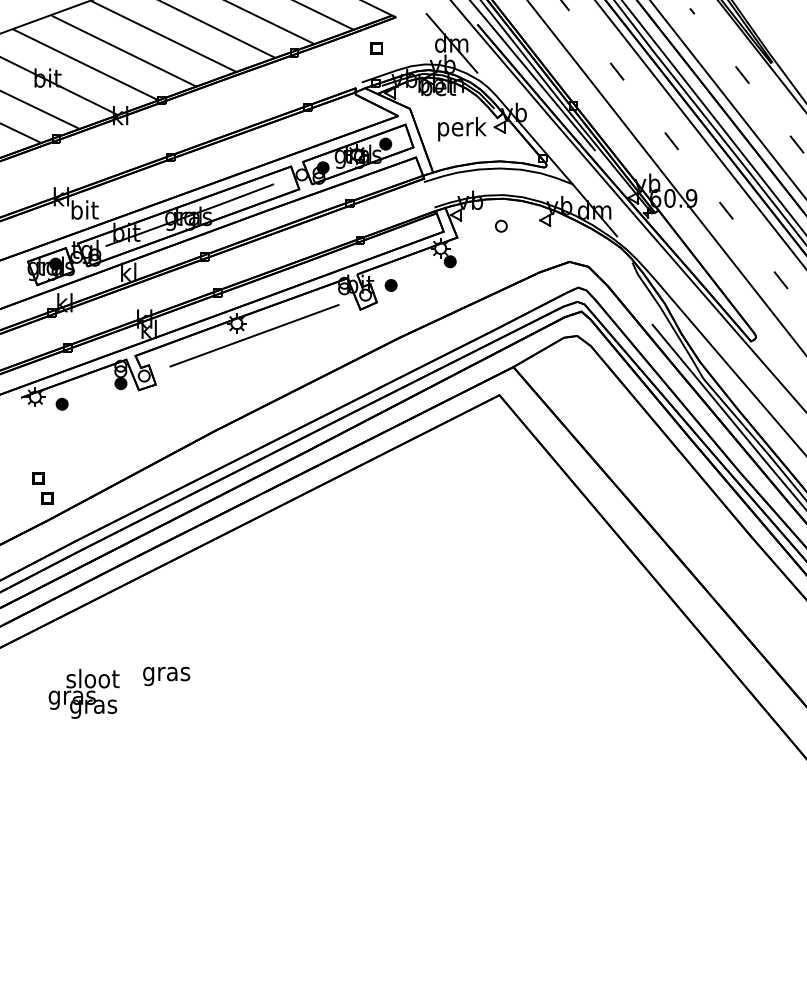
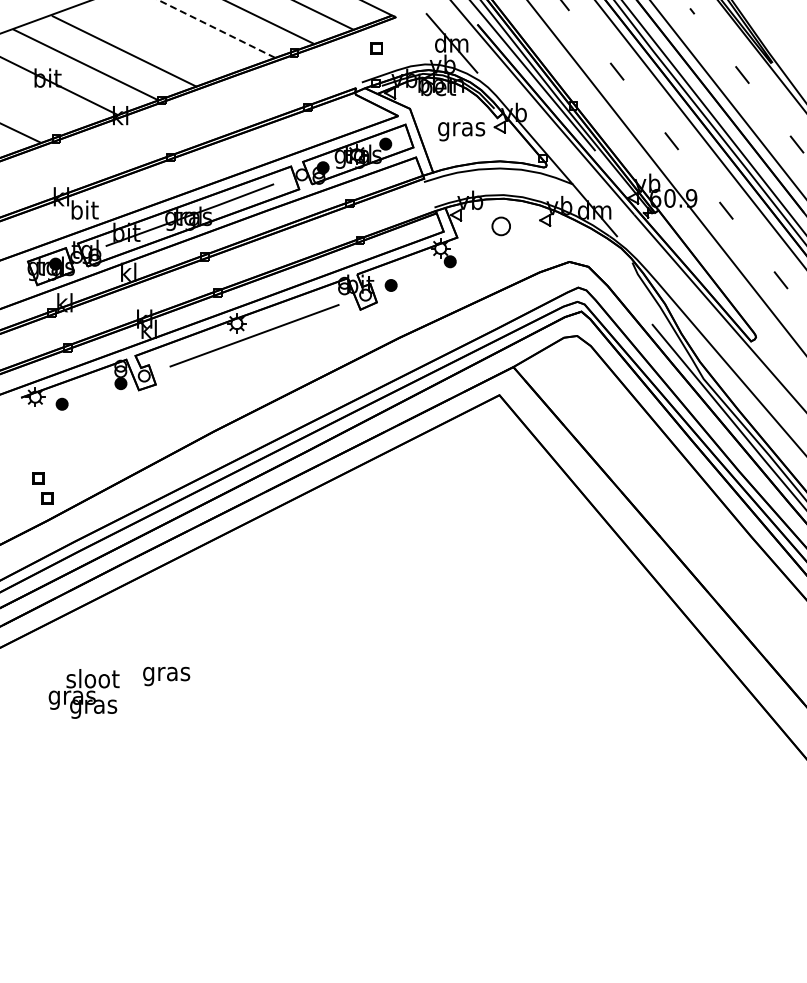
line at (216, 29): solid -> dashed
line at (164, 36): present -> none
line at (40, 110): present -> none
text at (462, 129): perk -> gras
part at (501, 225) size: 13x14 px -> 20x21 px
